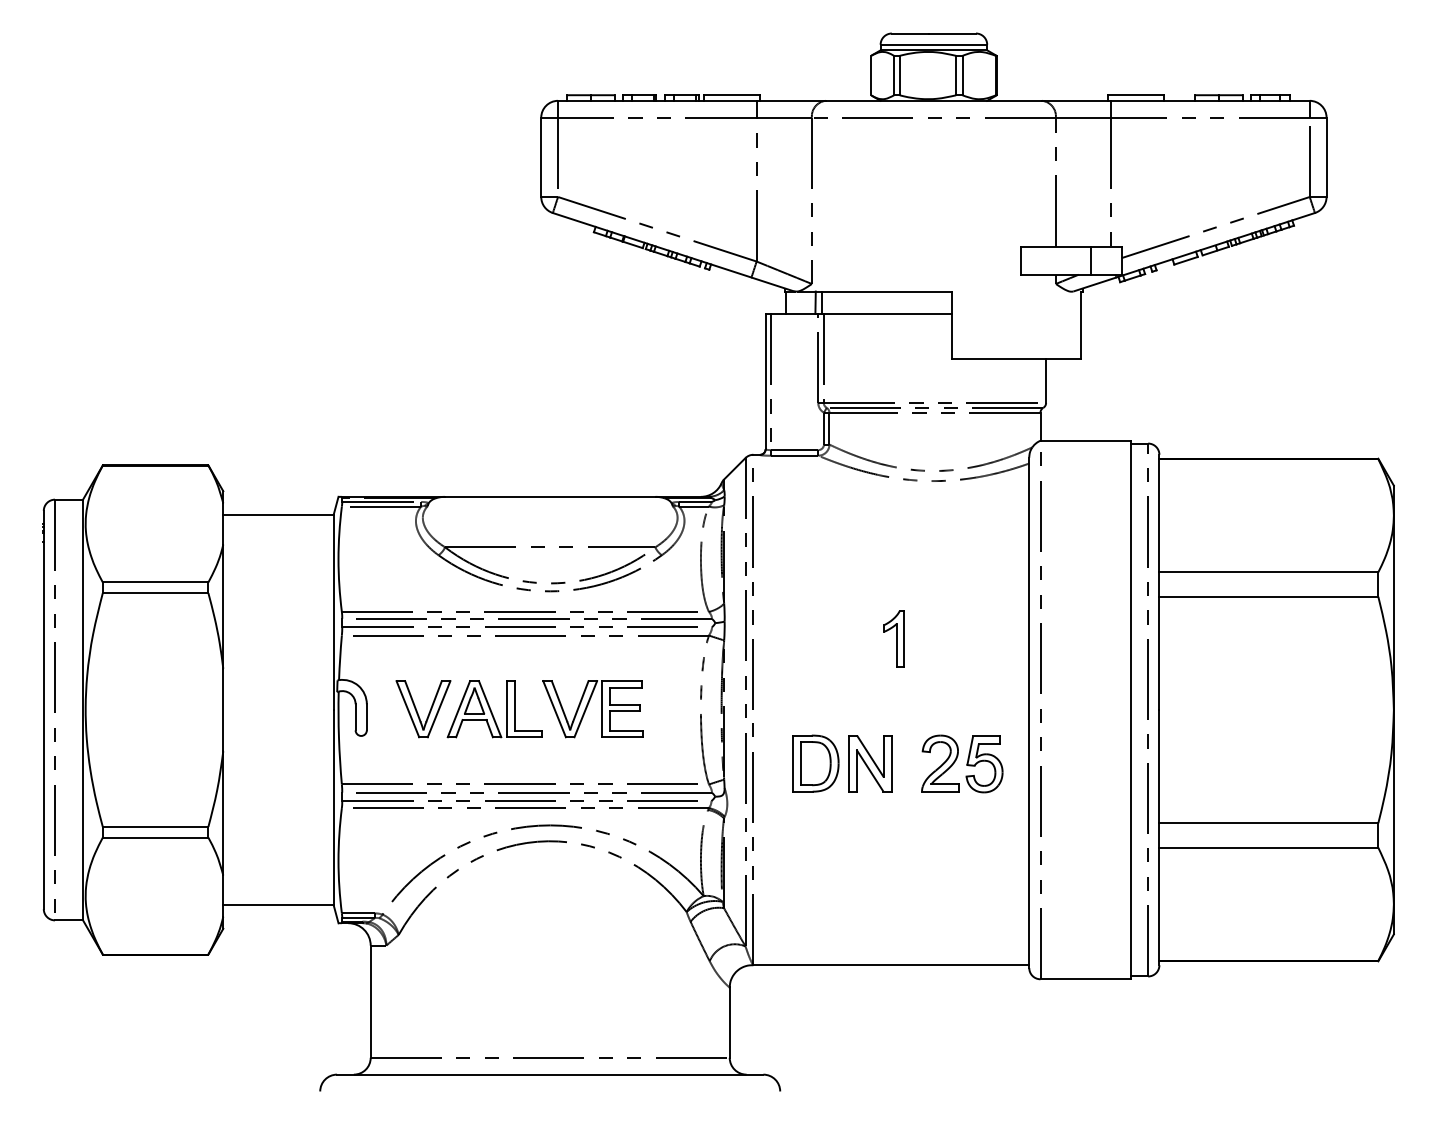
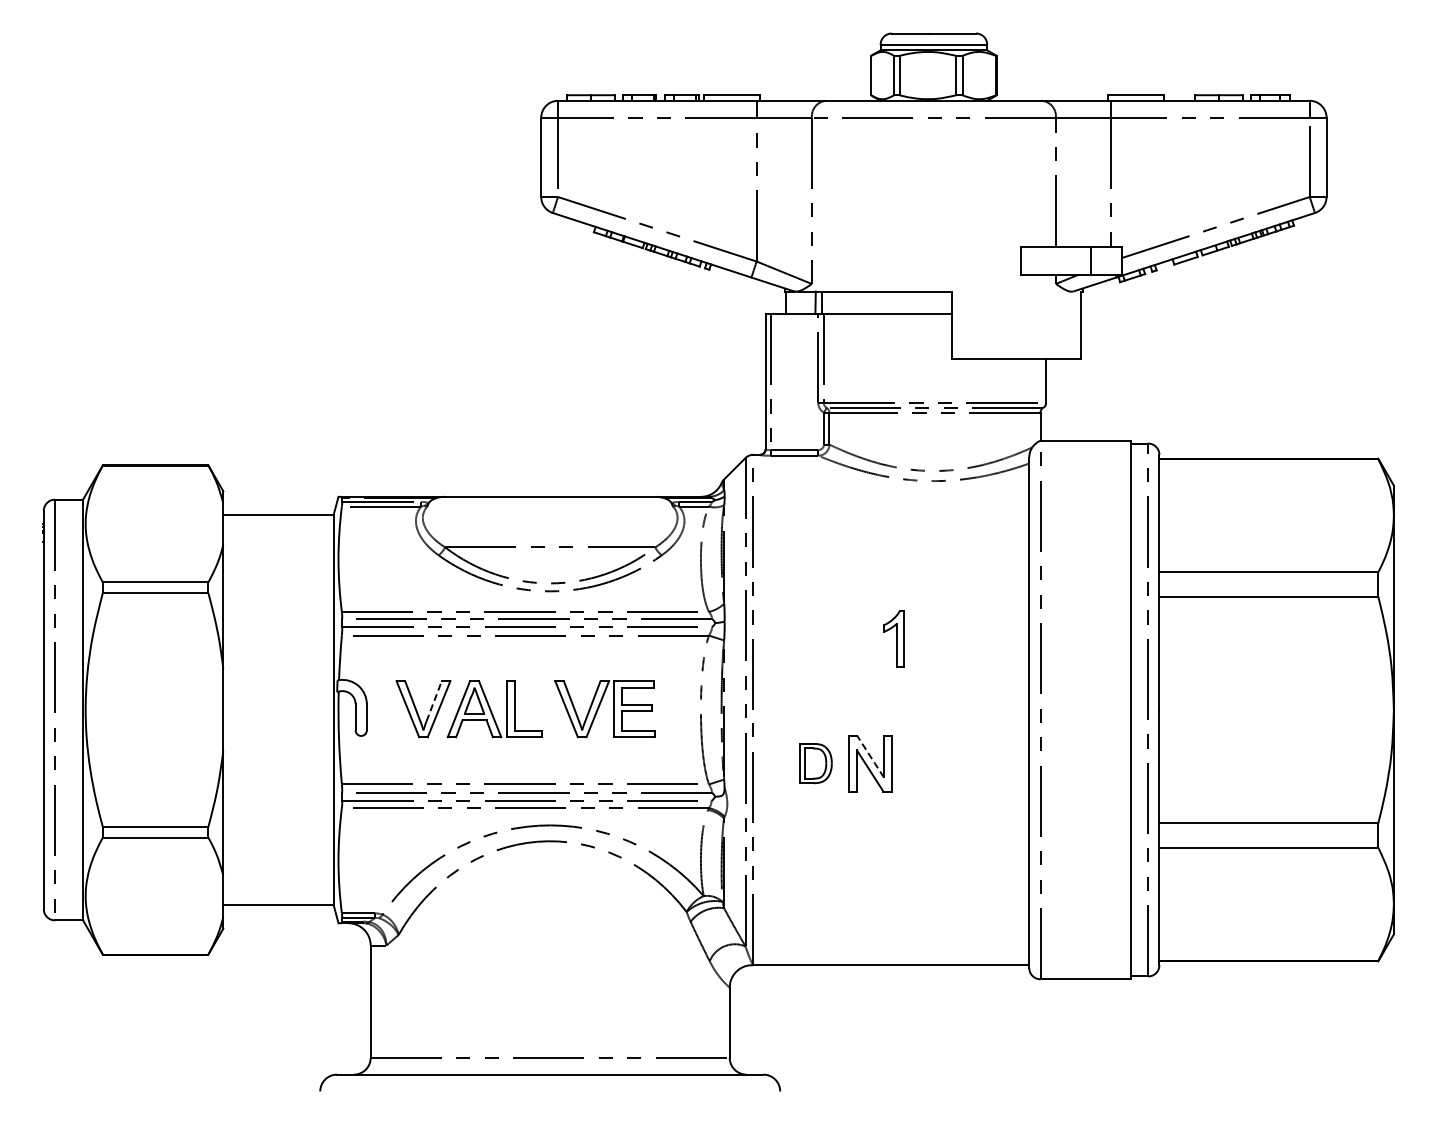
line at (434, 701): solid -> dashed
part at (592, 709) position: (592, 709) -> (604, 709)
line at (870, 756): solid -> dashed
part at (815, 763) size: 48x59 px -> 34x42 px
part at (962, 763): present -> none
